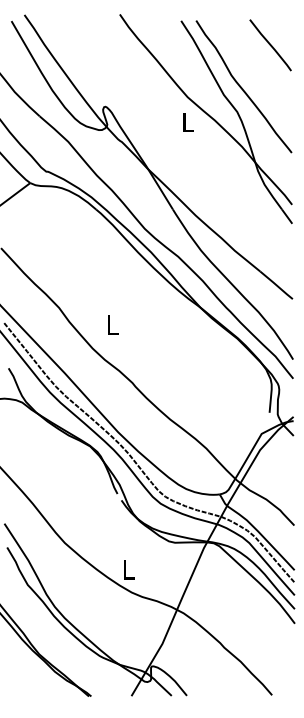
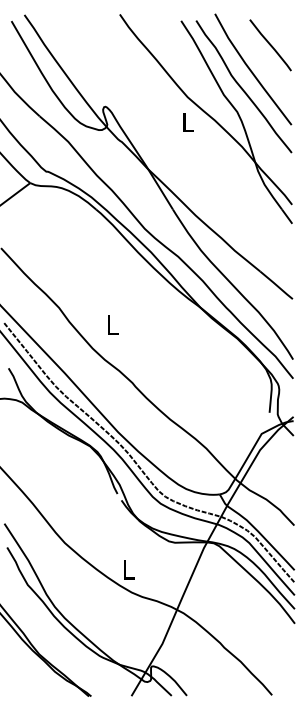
curve at (251, 69): none -> present
